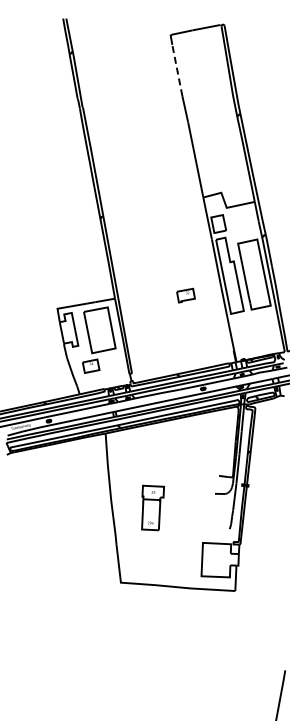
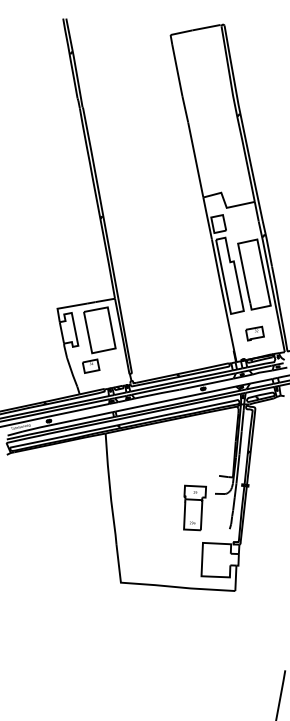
line at (177, 70): dashed -> solid
part at (185, 295) position: (185, 295) -> (254, 333)
part at (152, 507) position: (152, 507) -> (194, 507)
